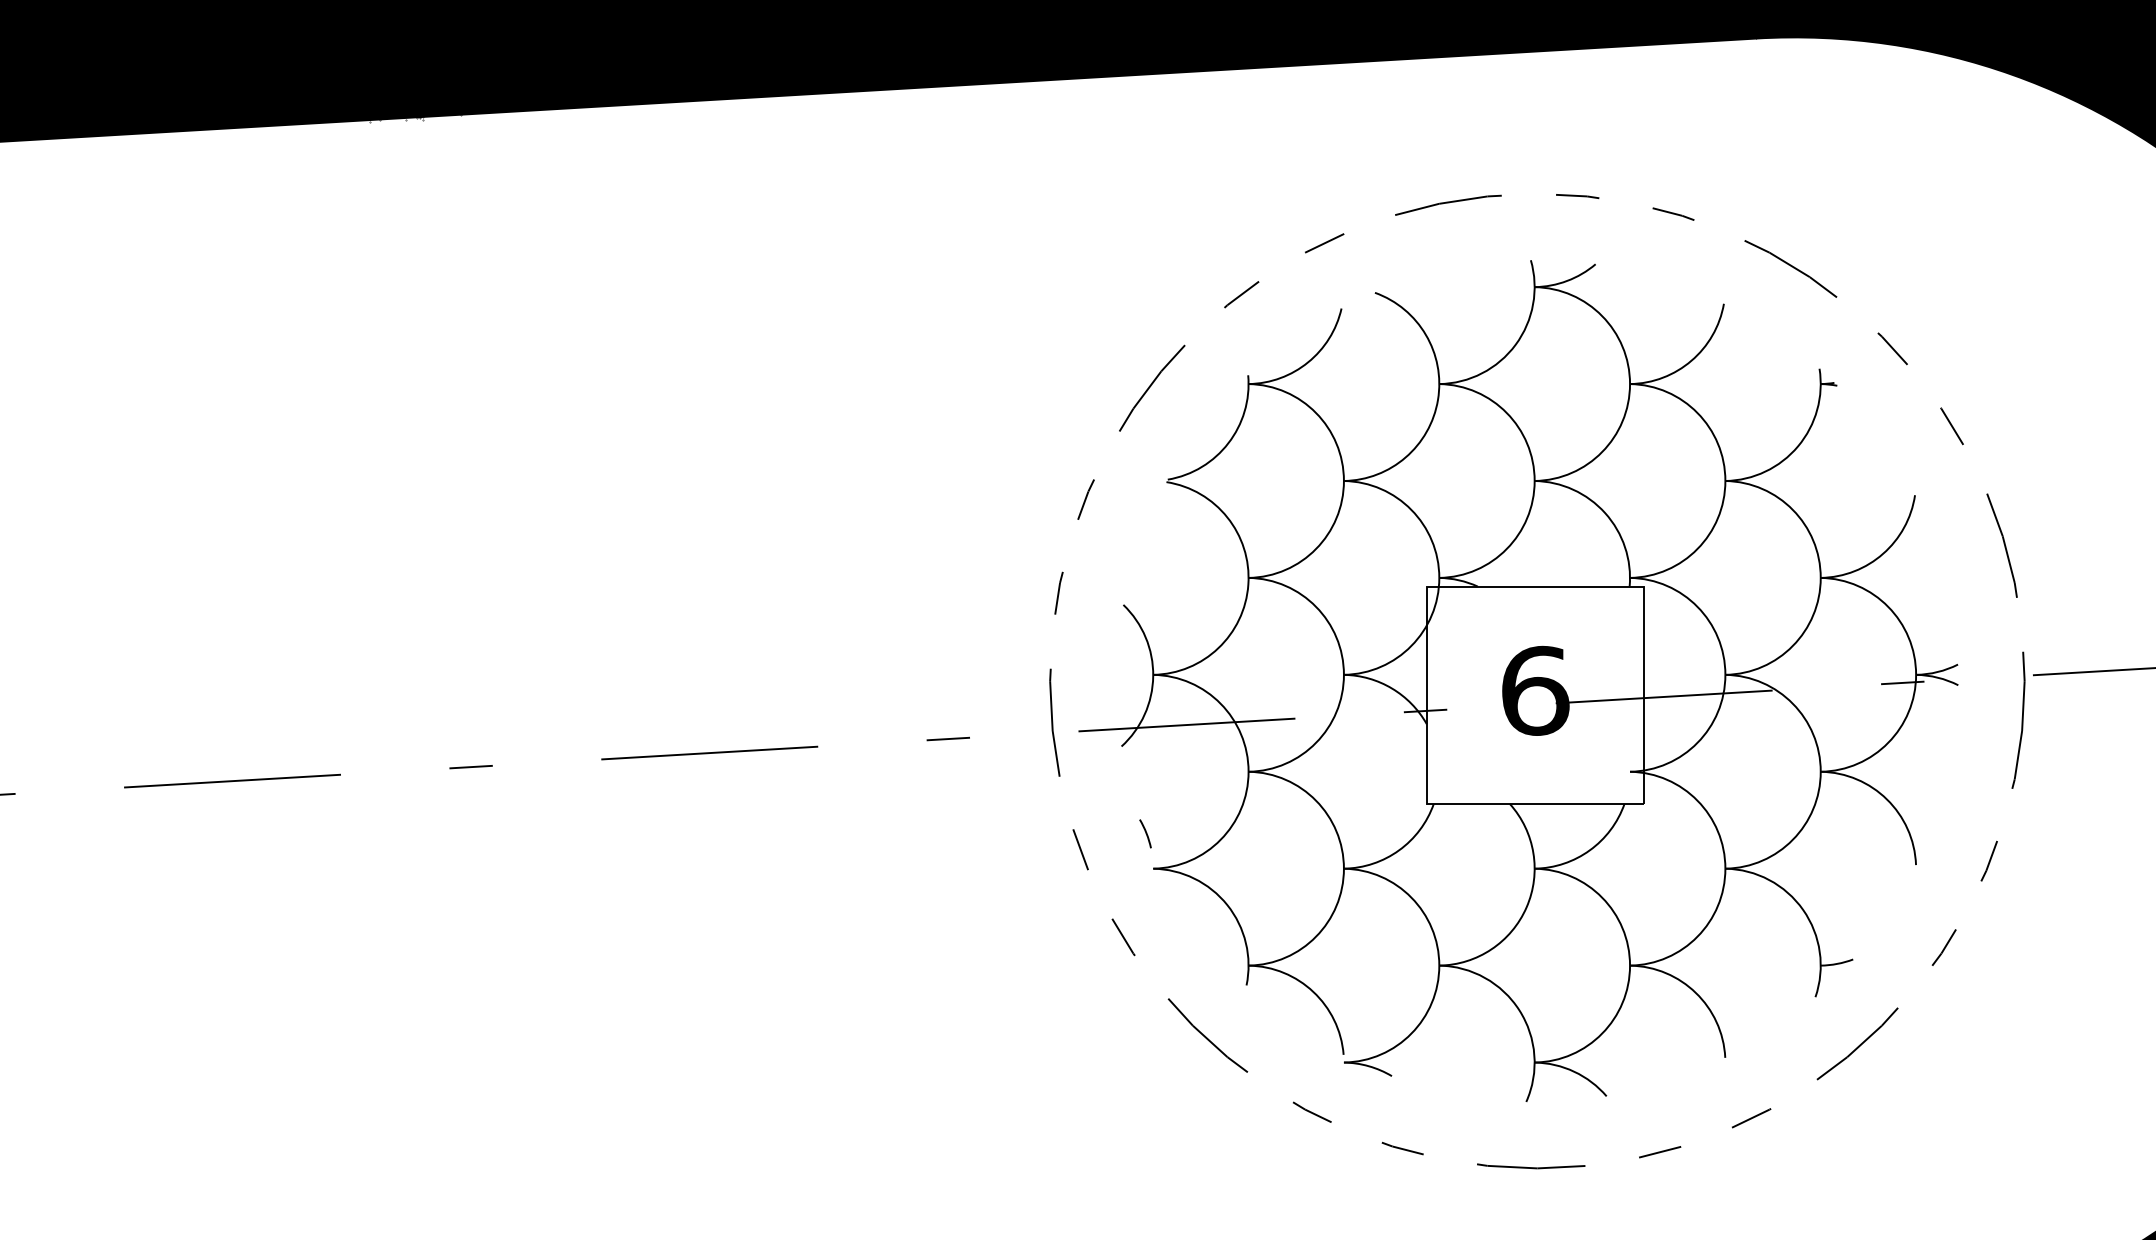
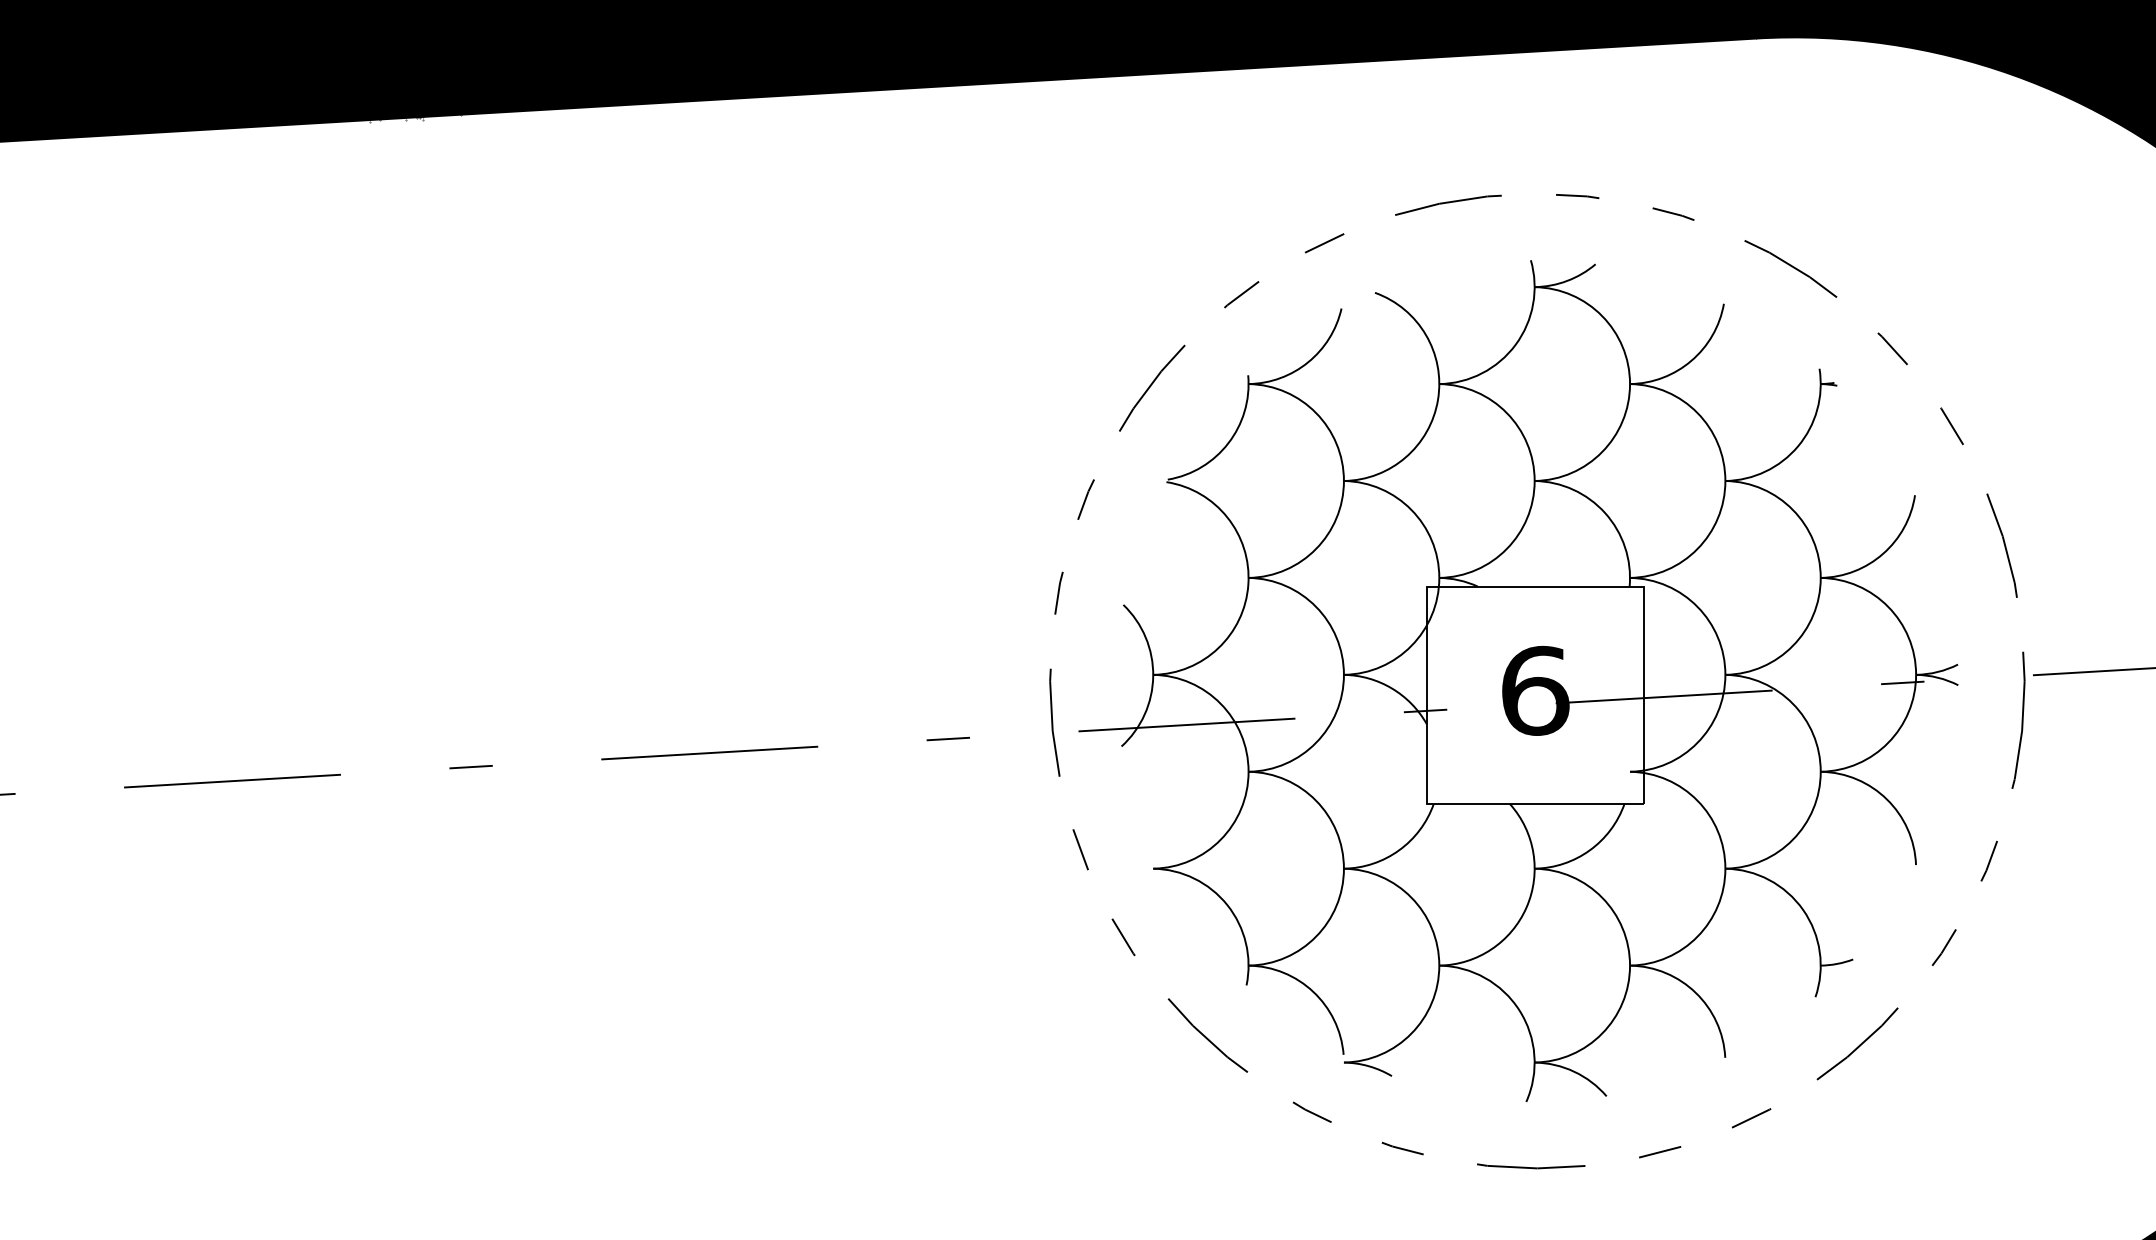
arc at (1145, 833): present -> none
